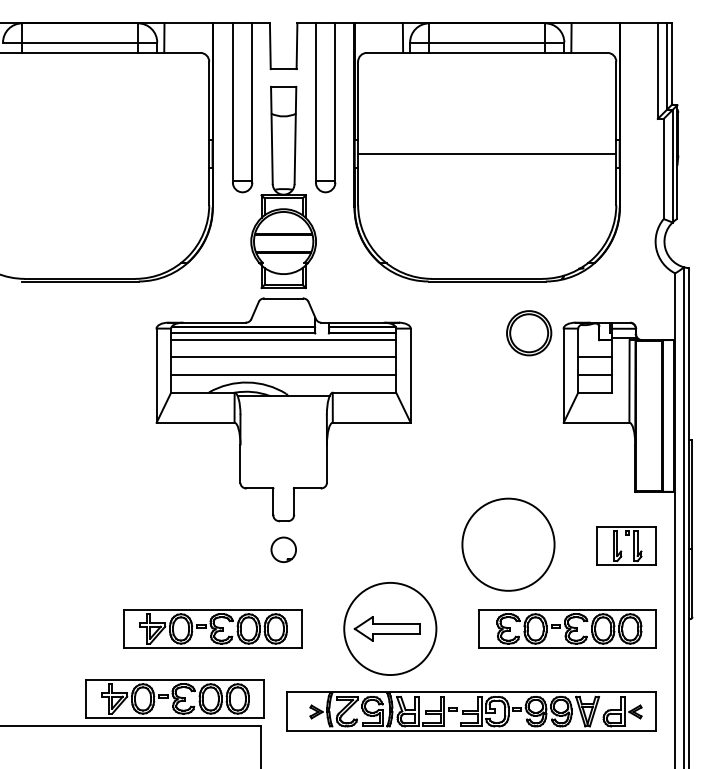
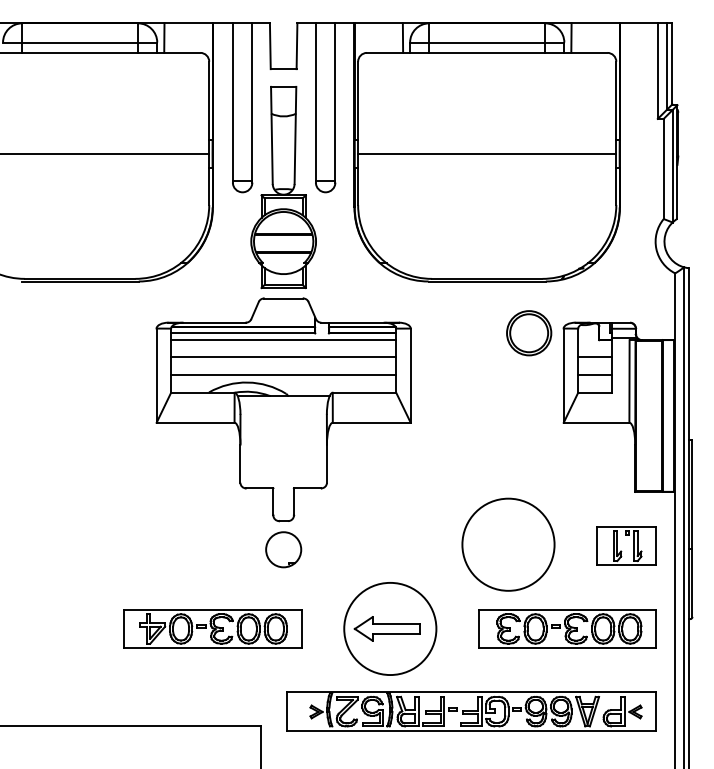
line at (105, 154): none -> present
part at (283, 549) size: 27x27 px -> 38x38 px
part at (174, 698): present -> none
